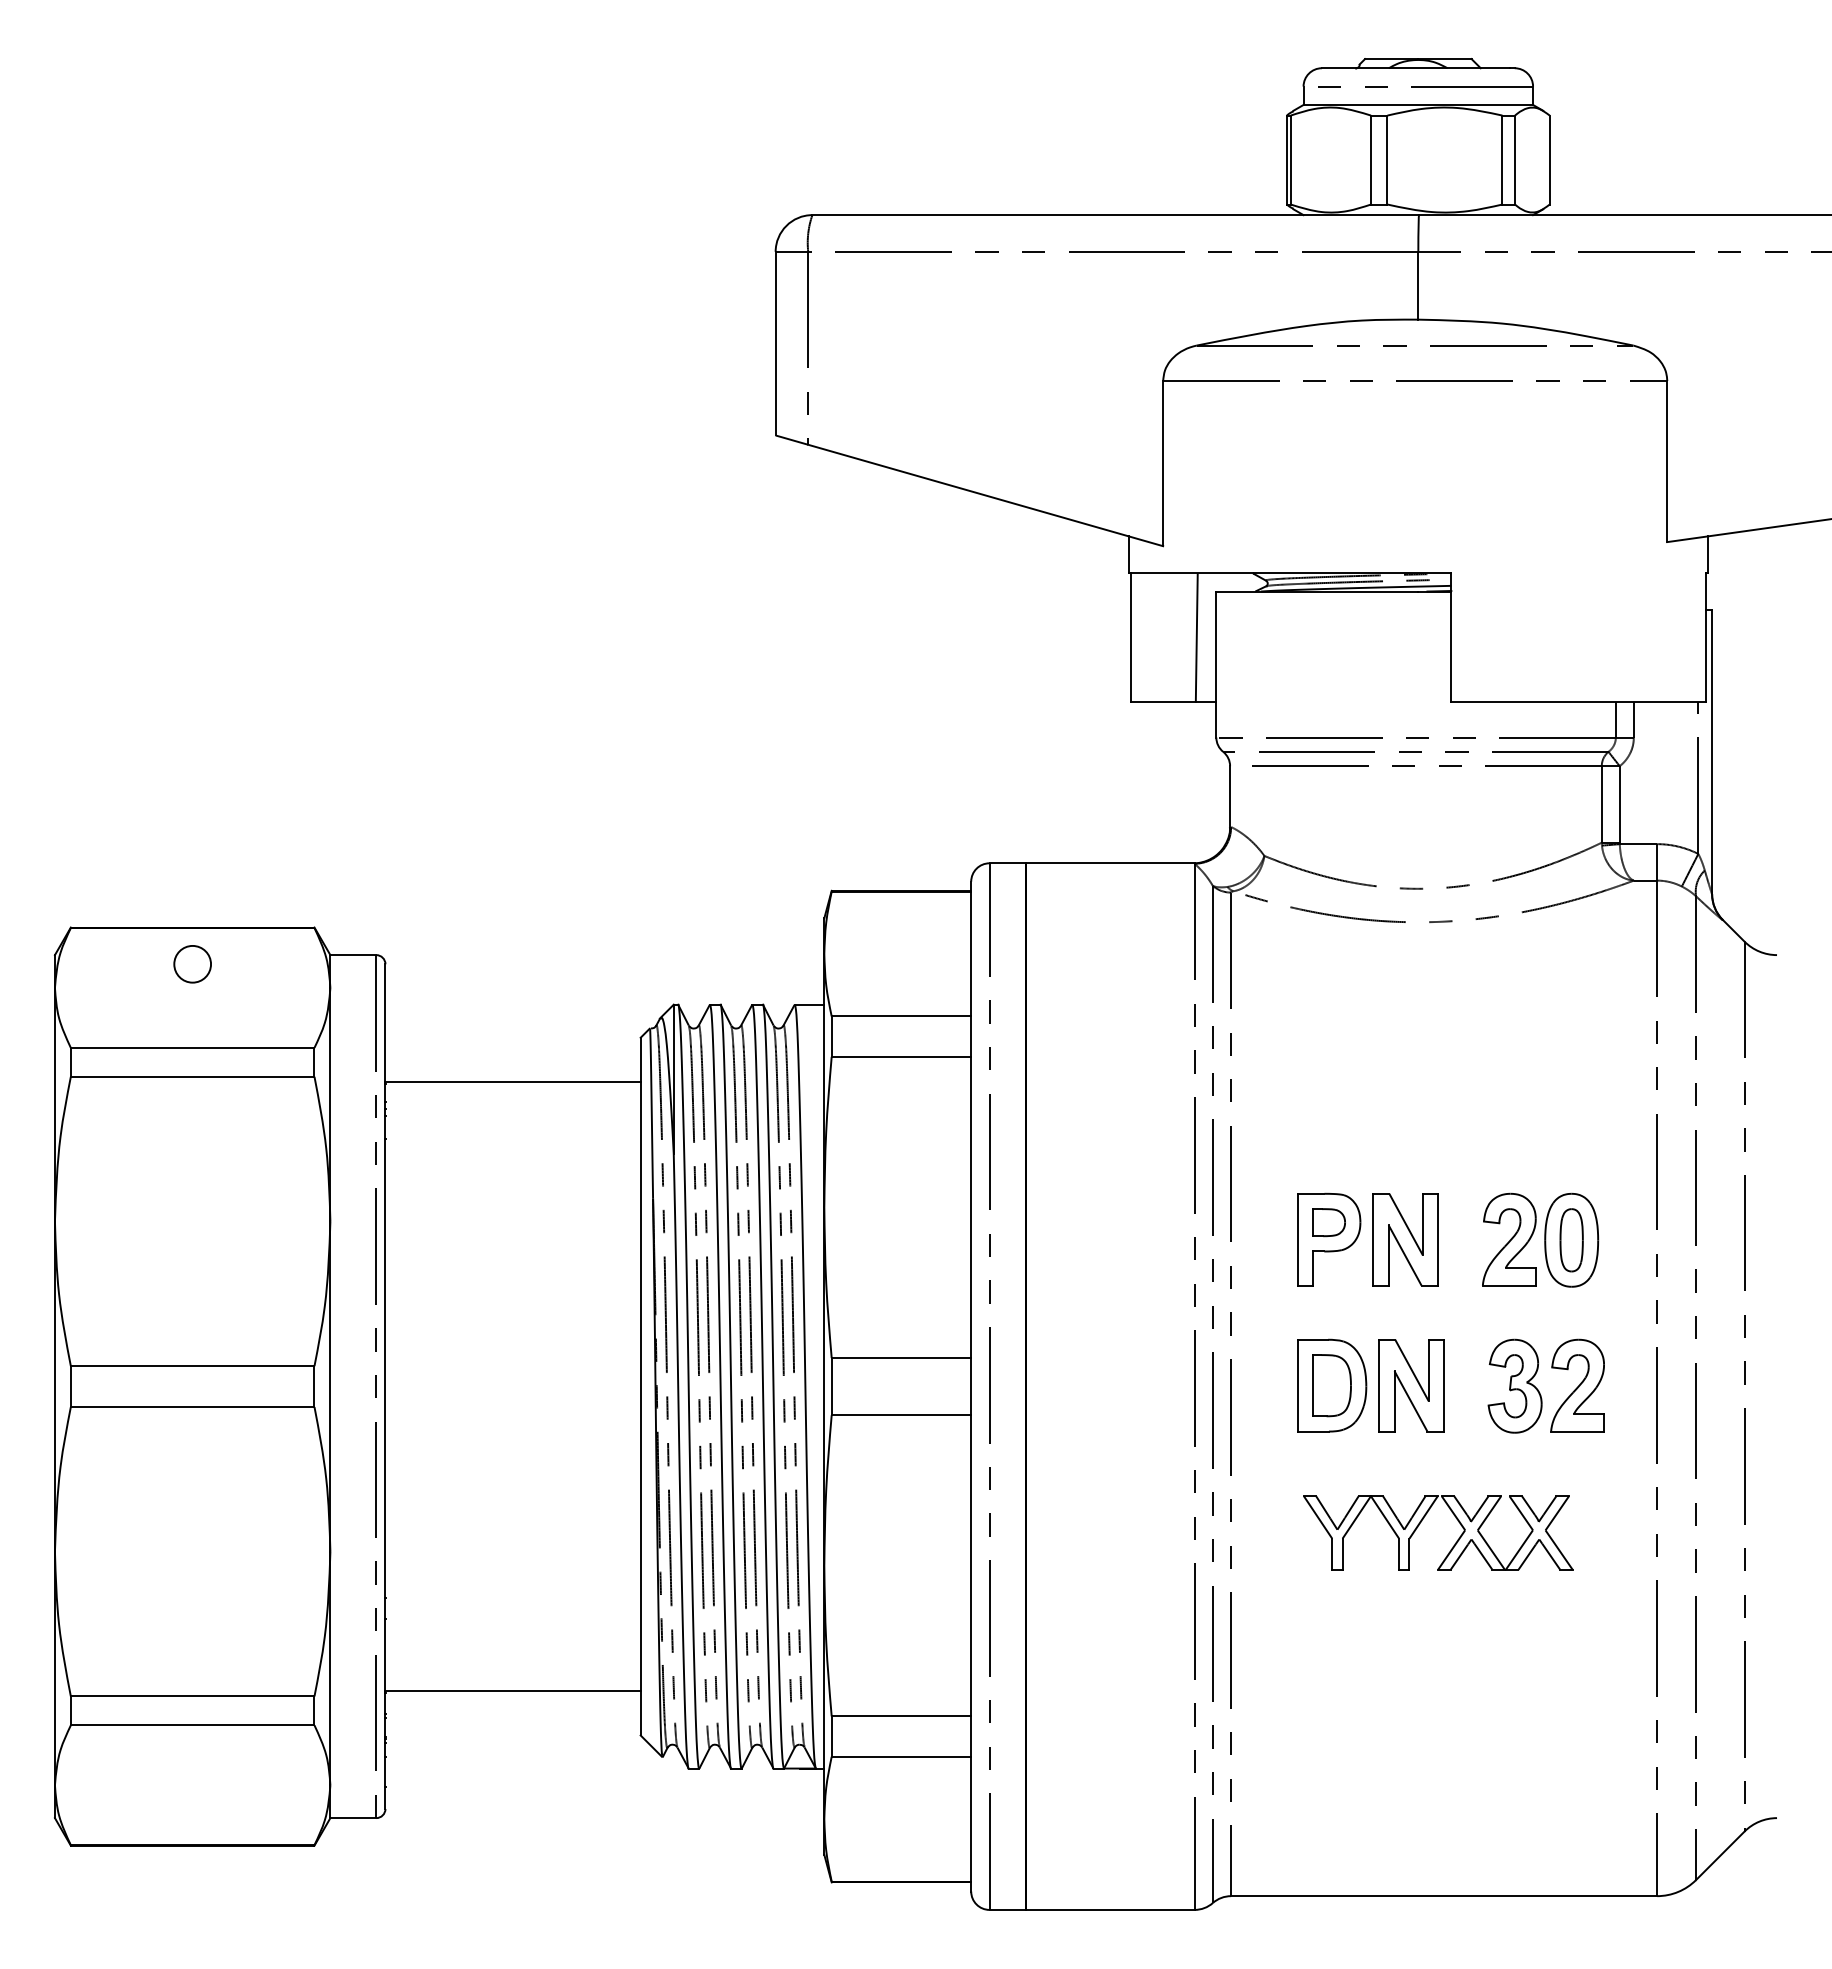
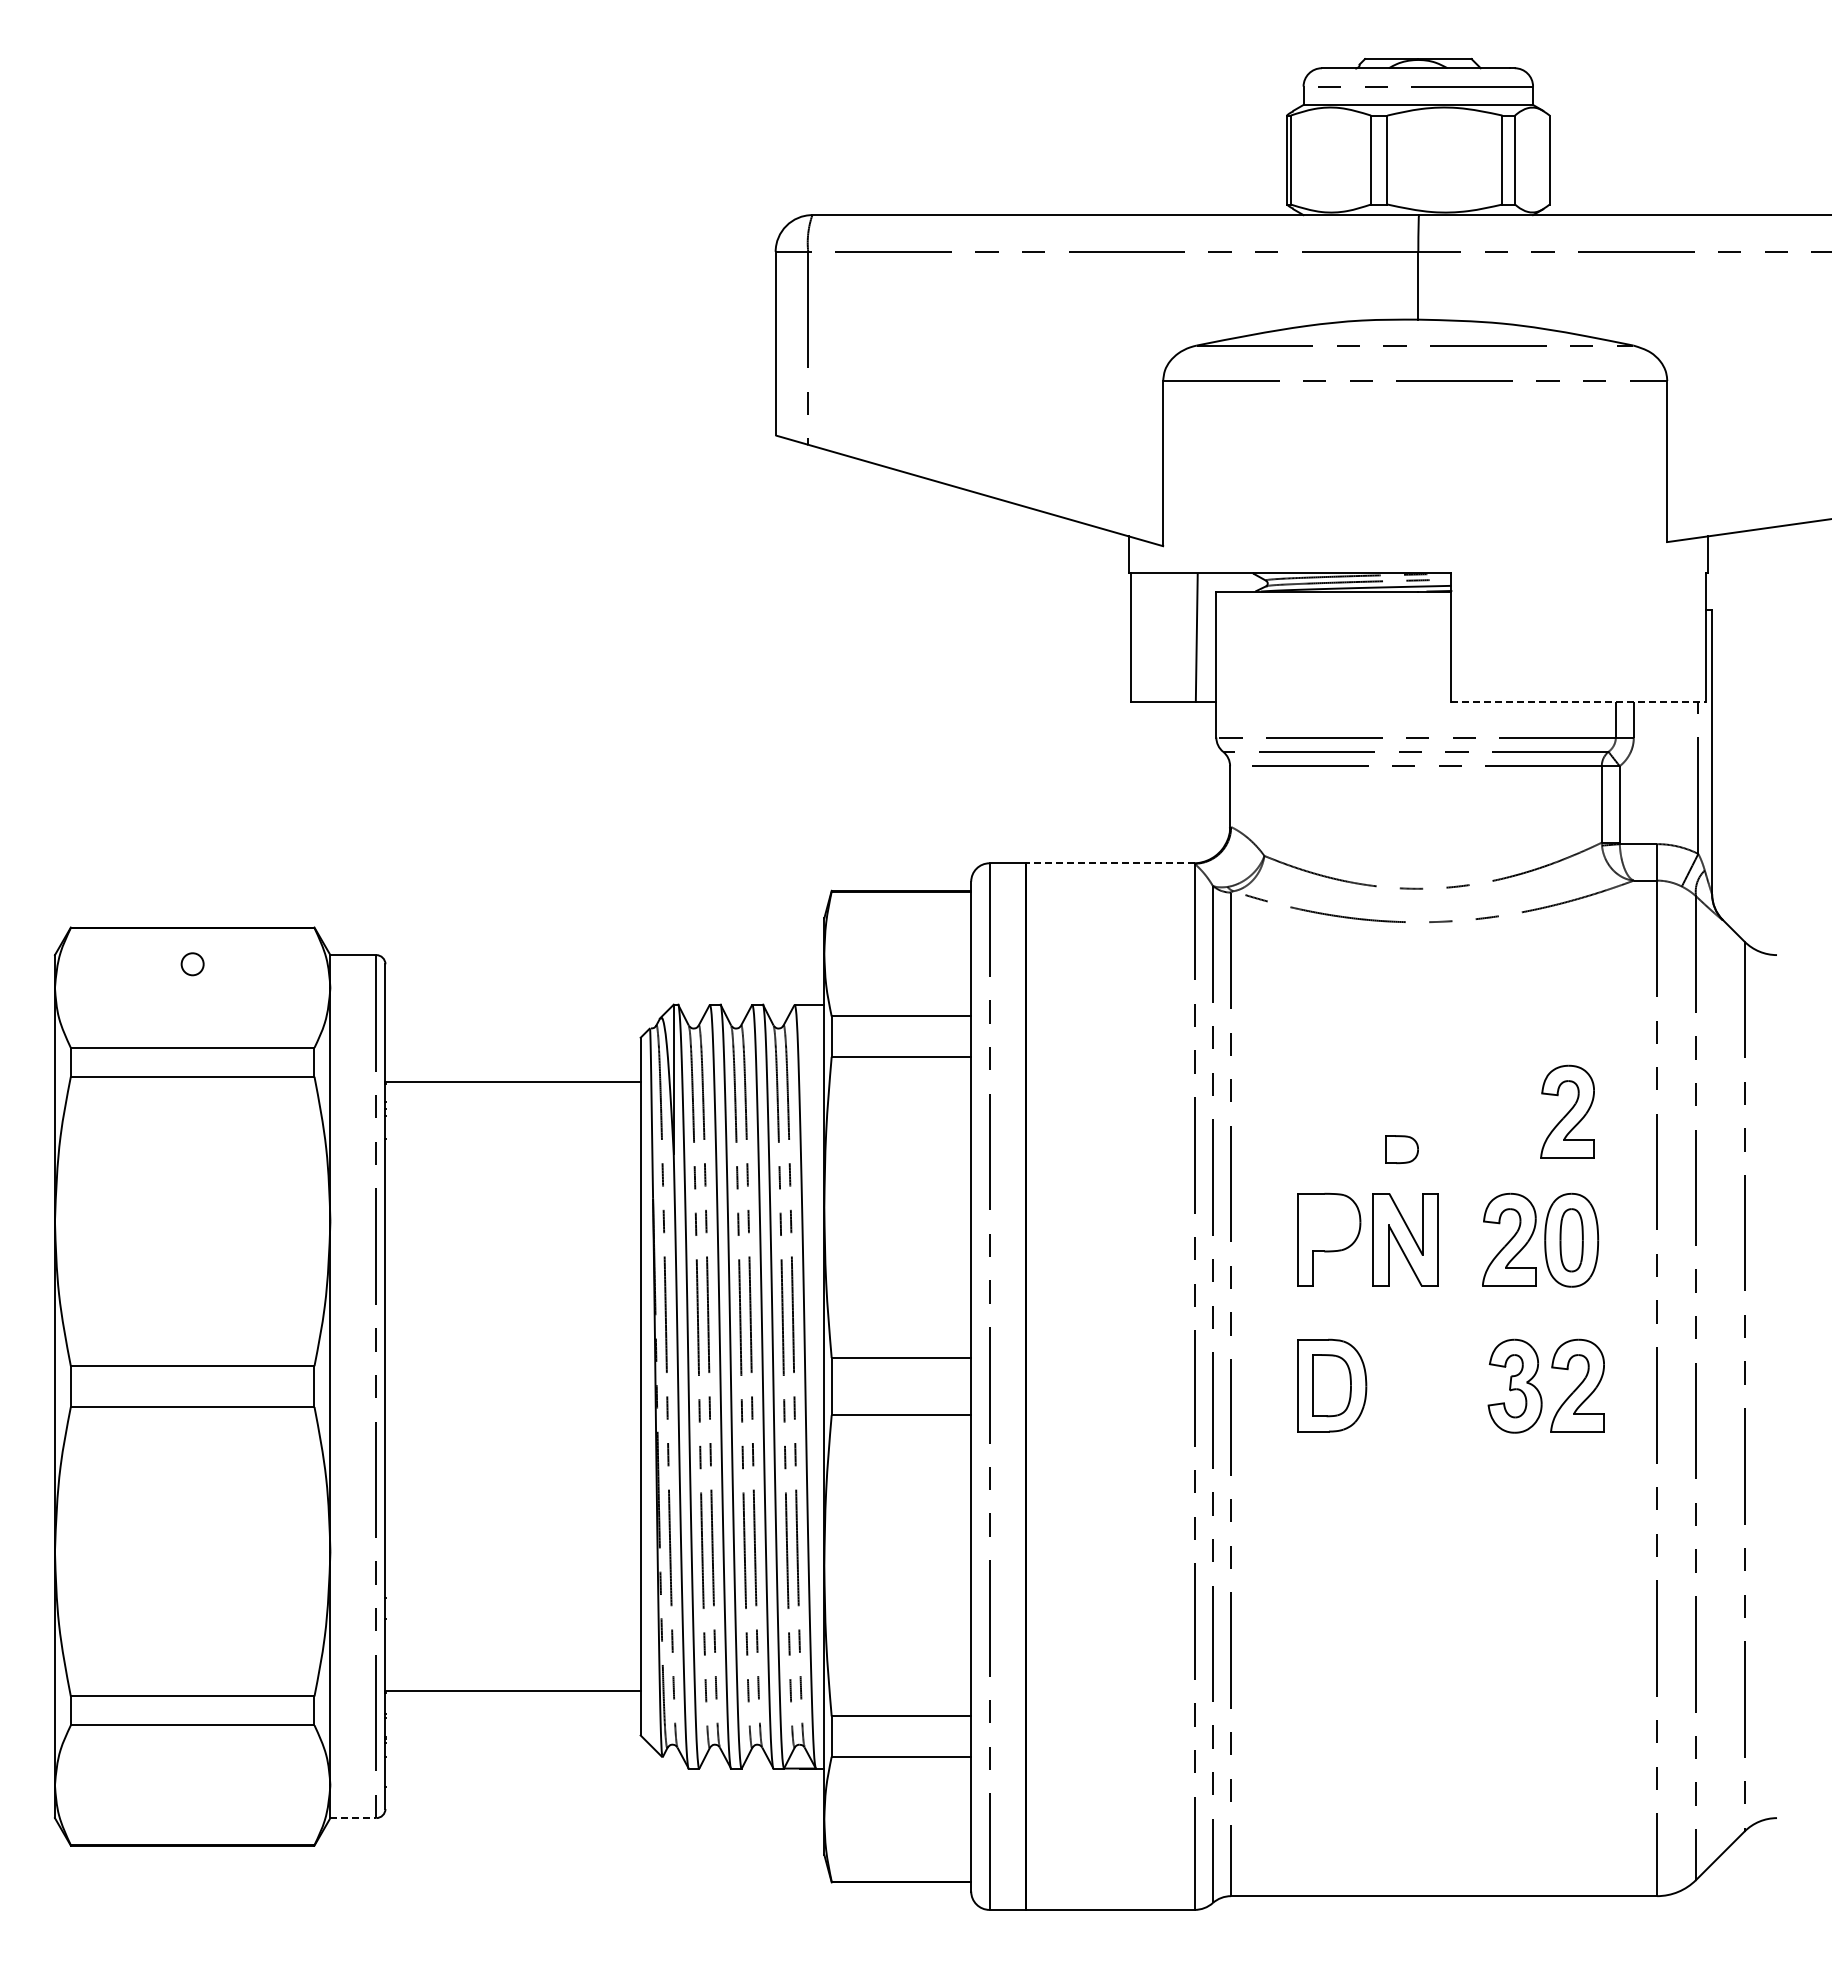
line at (1579, 701): solid -> dashed
line at (1109, 863): solid -> dashed
circle at (192, 963) diameter: 37 px -> 22 px
part at (1567, 1111): none -> present
part at (1328, 1222) position: (1328, 1222) -> (1401, 1149)
part at (1411, 1385): present -> none
part at (1422, 1521): present -> none
line at (353, 1818): solid -> dashed
